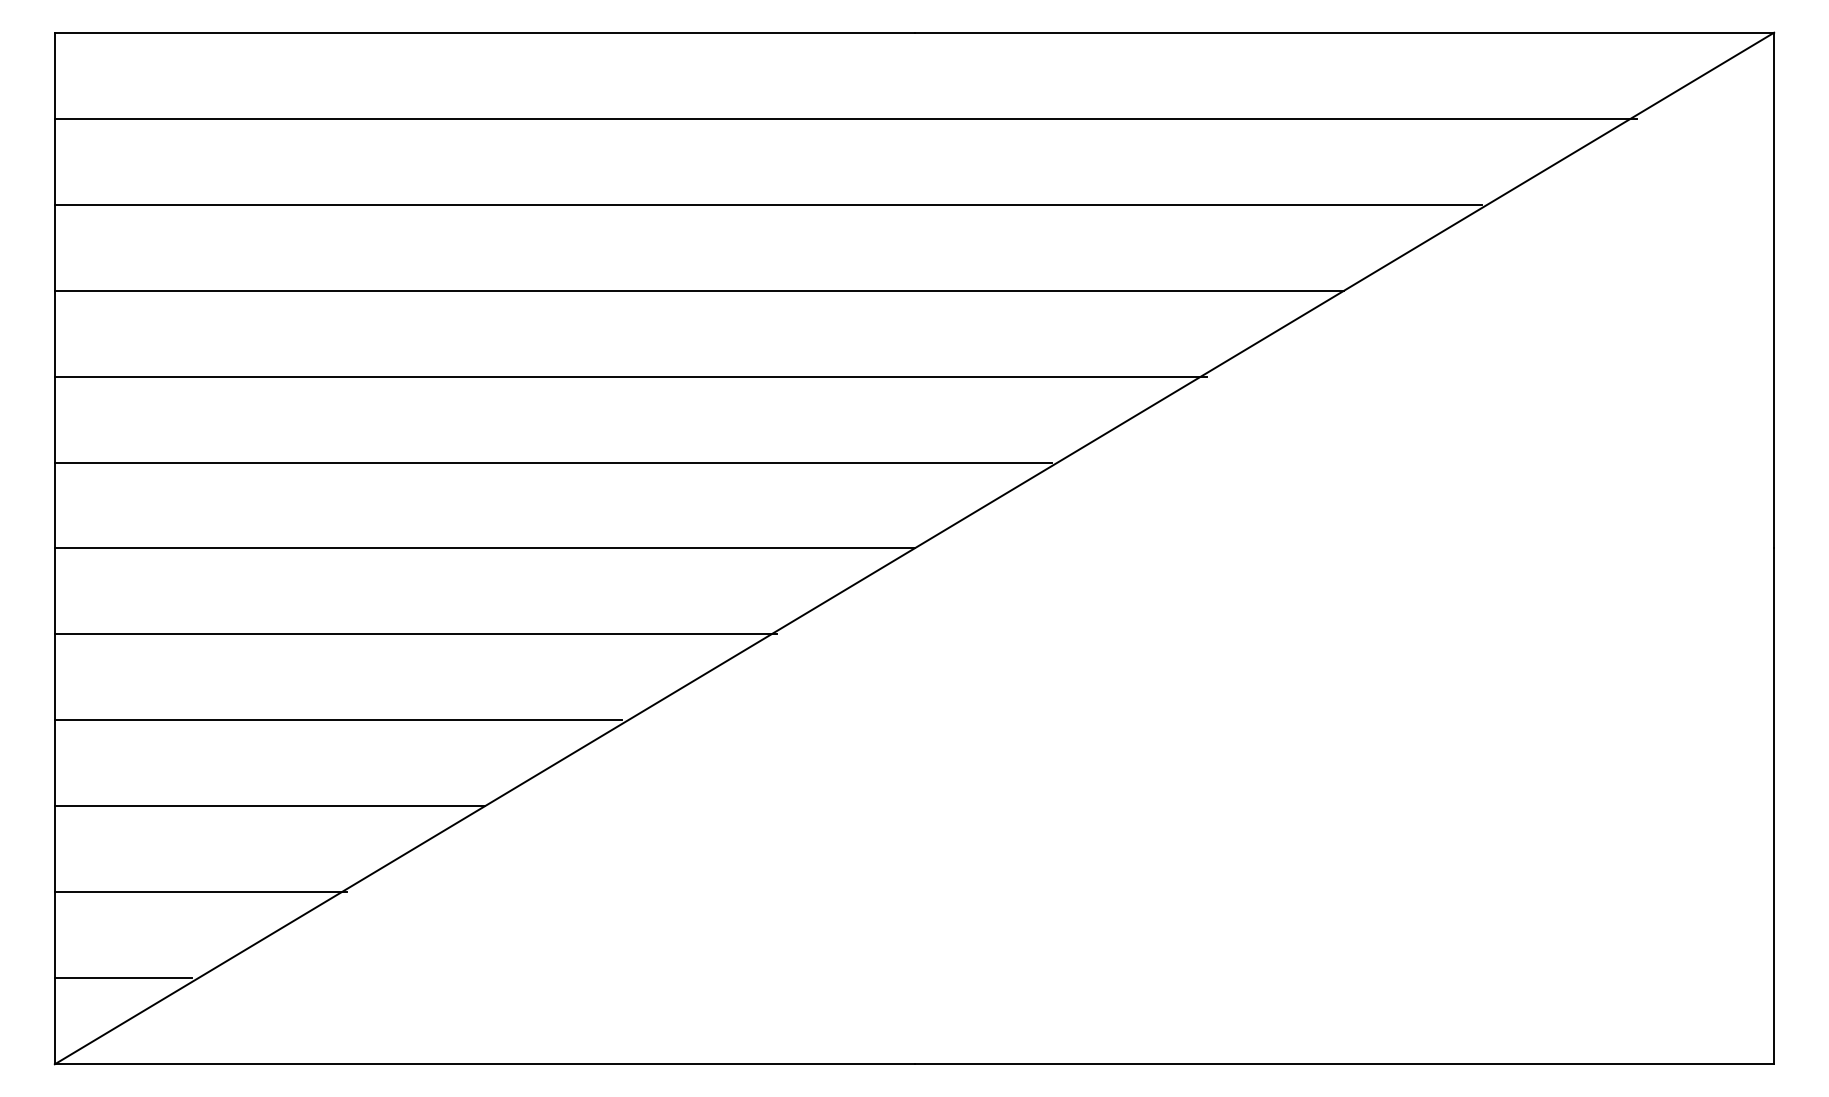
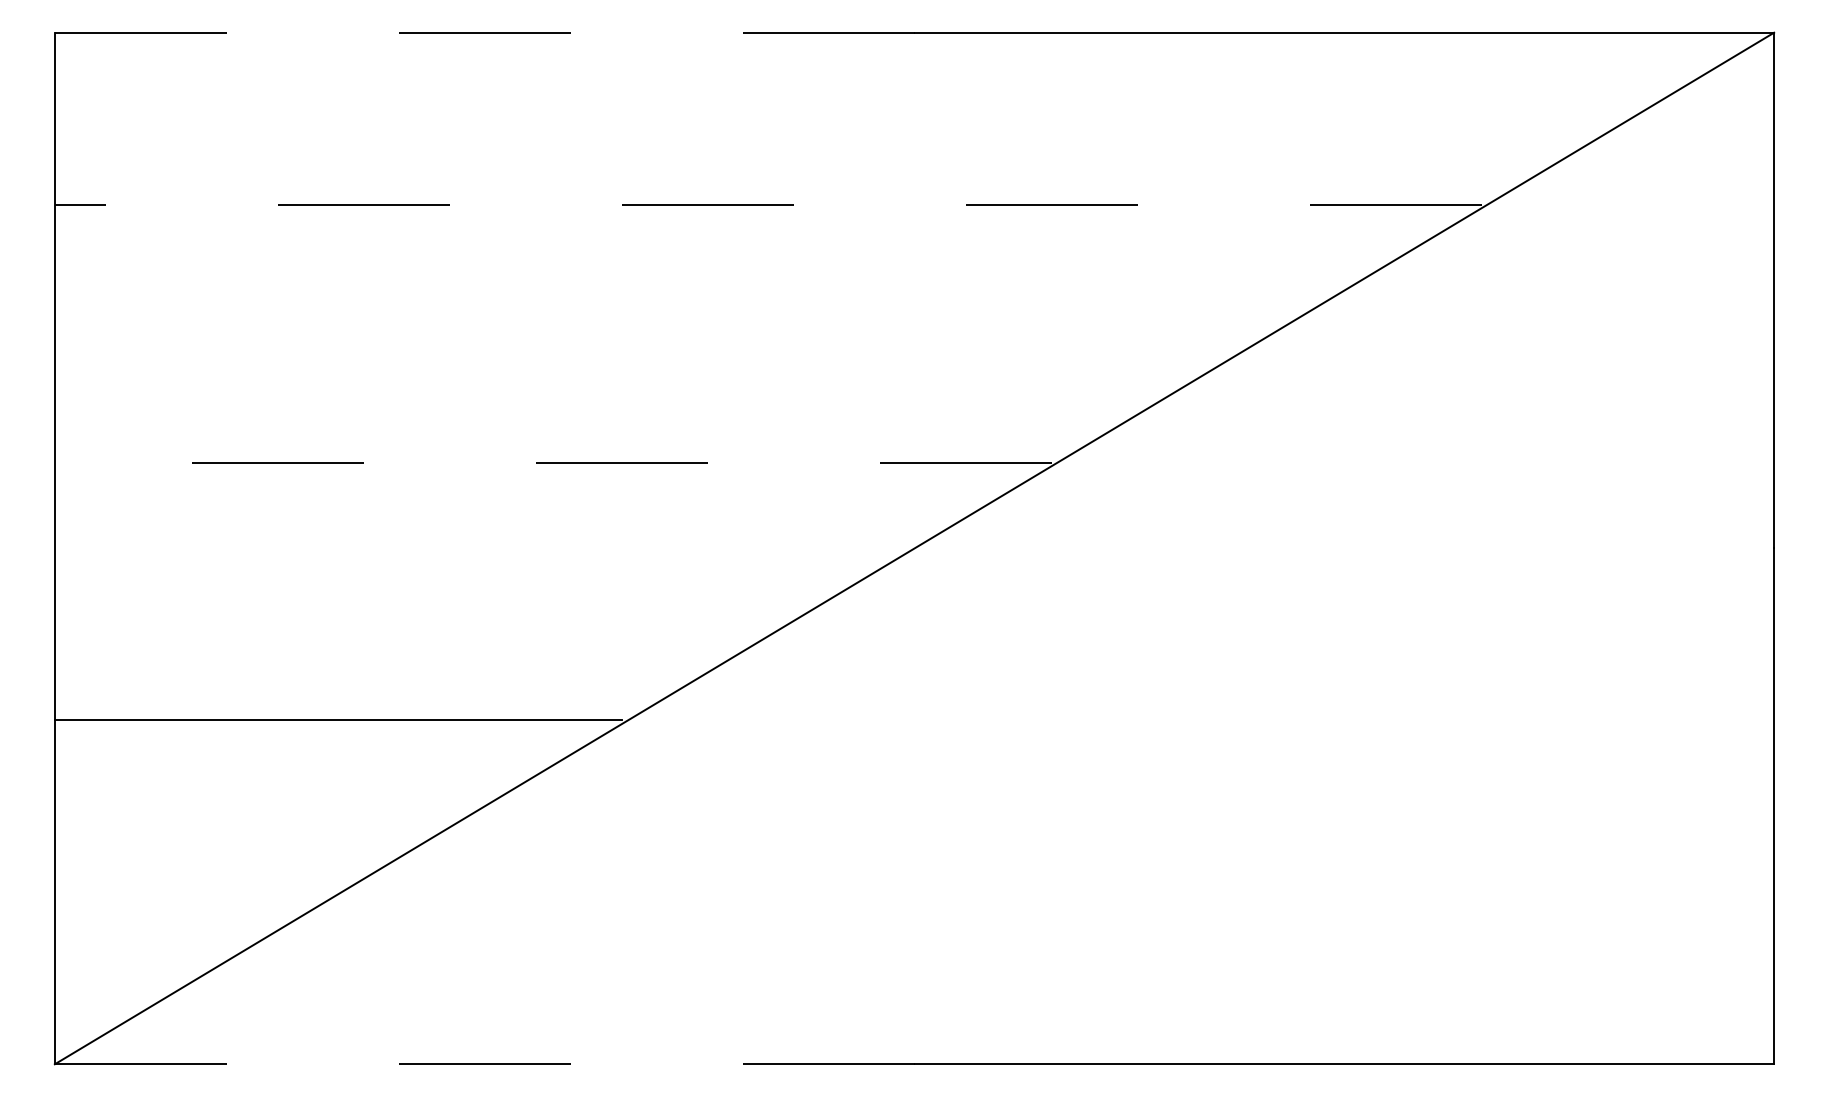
line at (484, 32): solid -> dashed
line at (845, 118): present -> none
line at (767, 204): solid -> dashed
line at (699, 290): present -> none
line at (630, 376): present -> none
line at (553, 462): solid -> dashed
line at (484, 548): present -> none
line at (415, 634): present -> none
line at (269, 806): present -> none
line at (200, 892): present -> none
line at (123, 978): present -> none
line at (484, 1064): solid -> dashed
